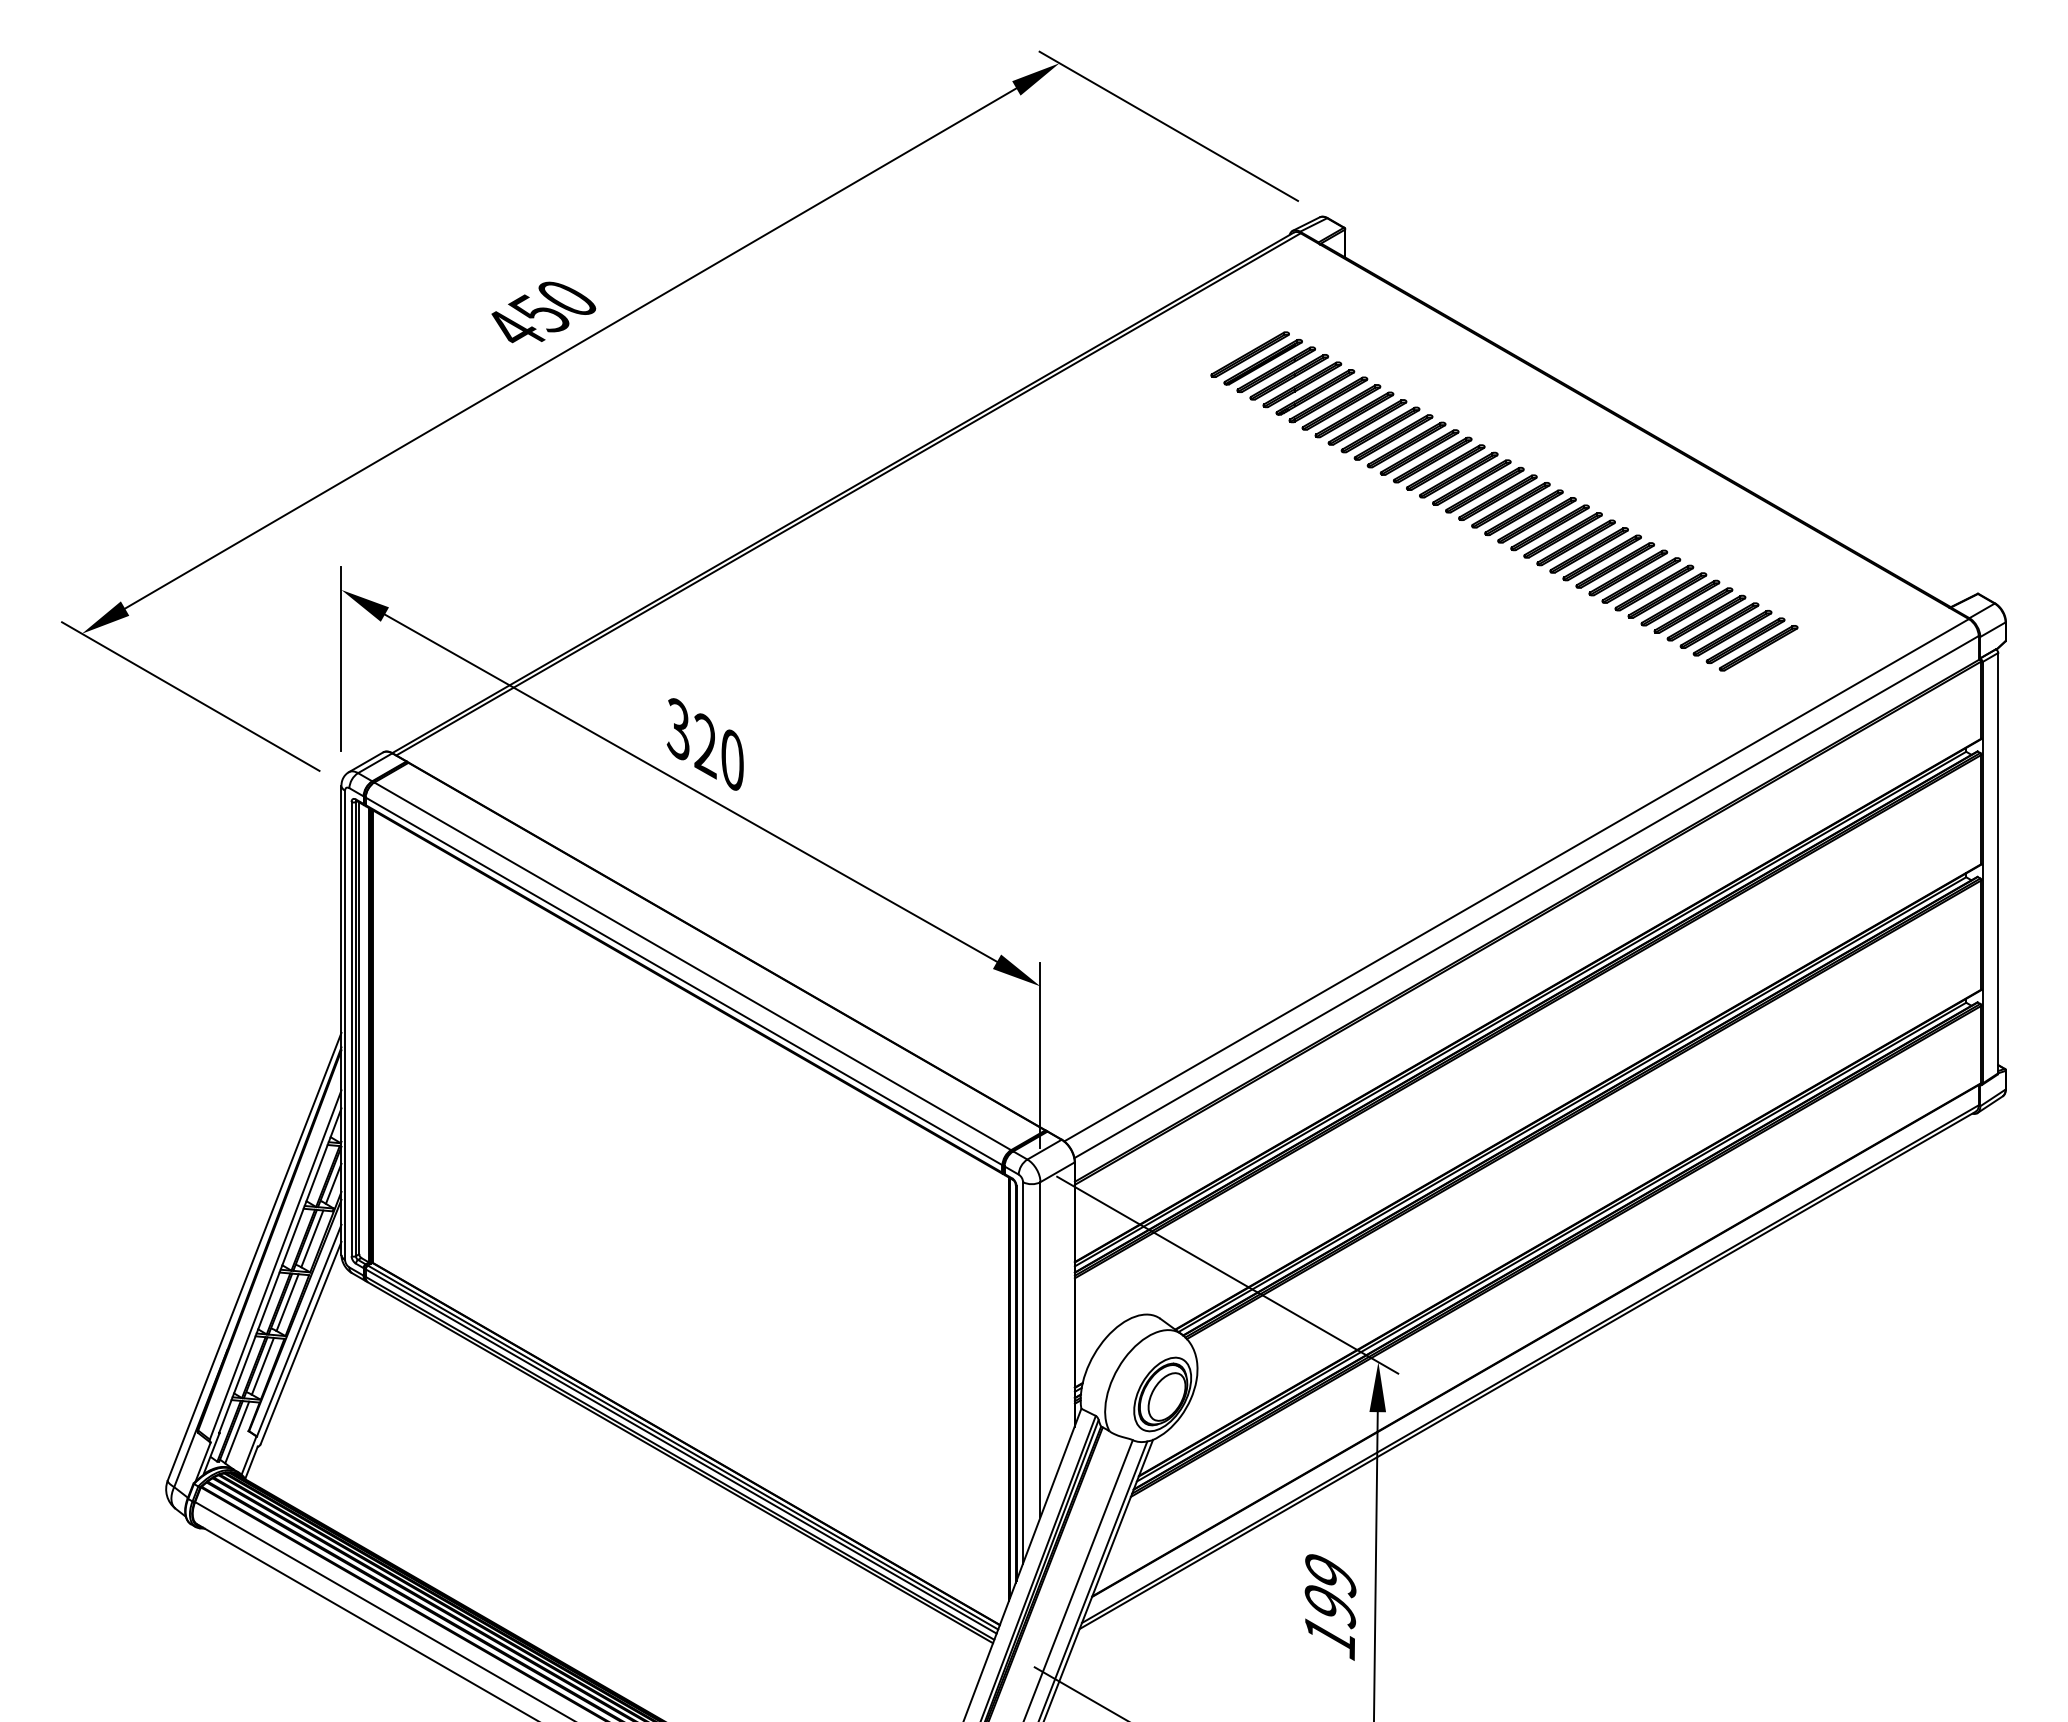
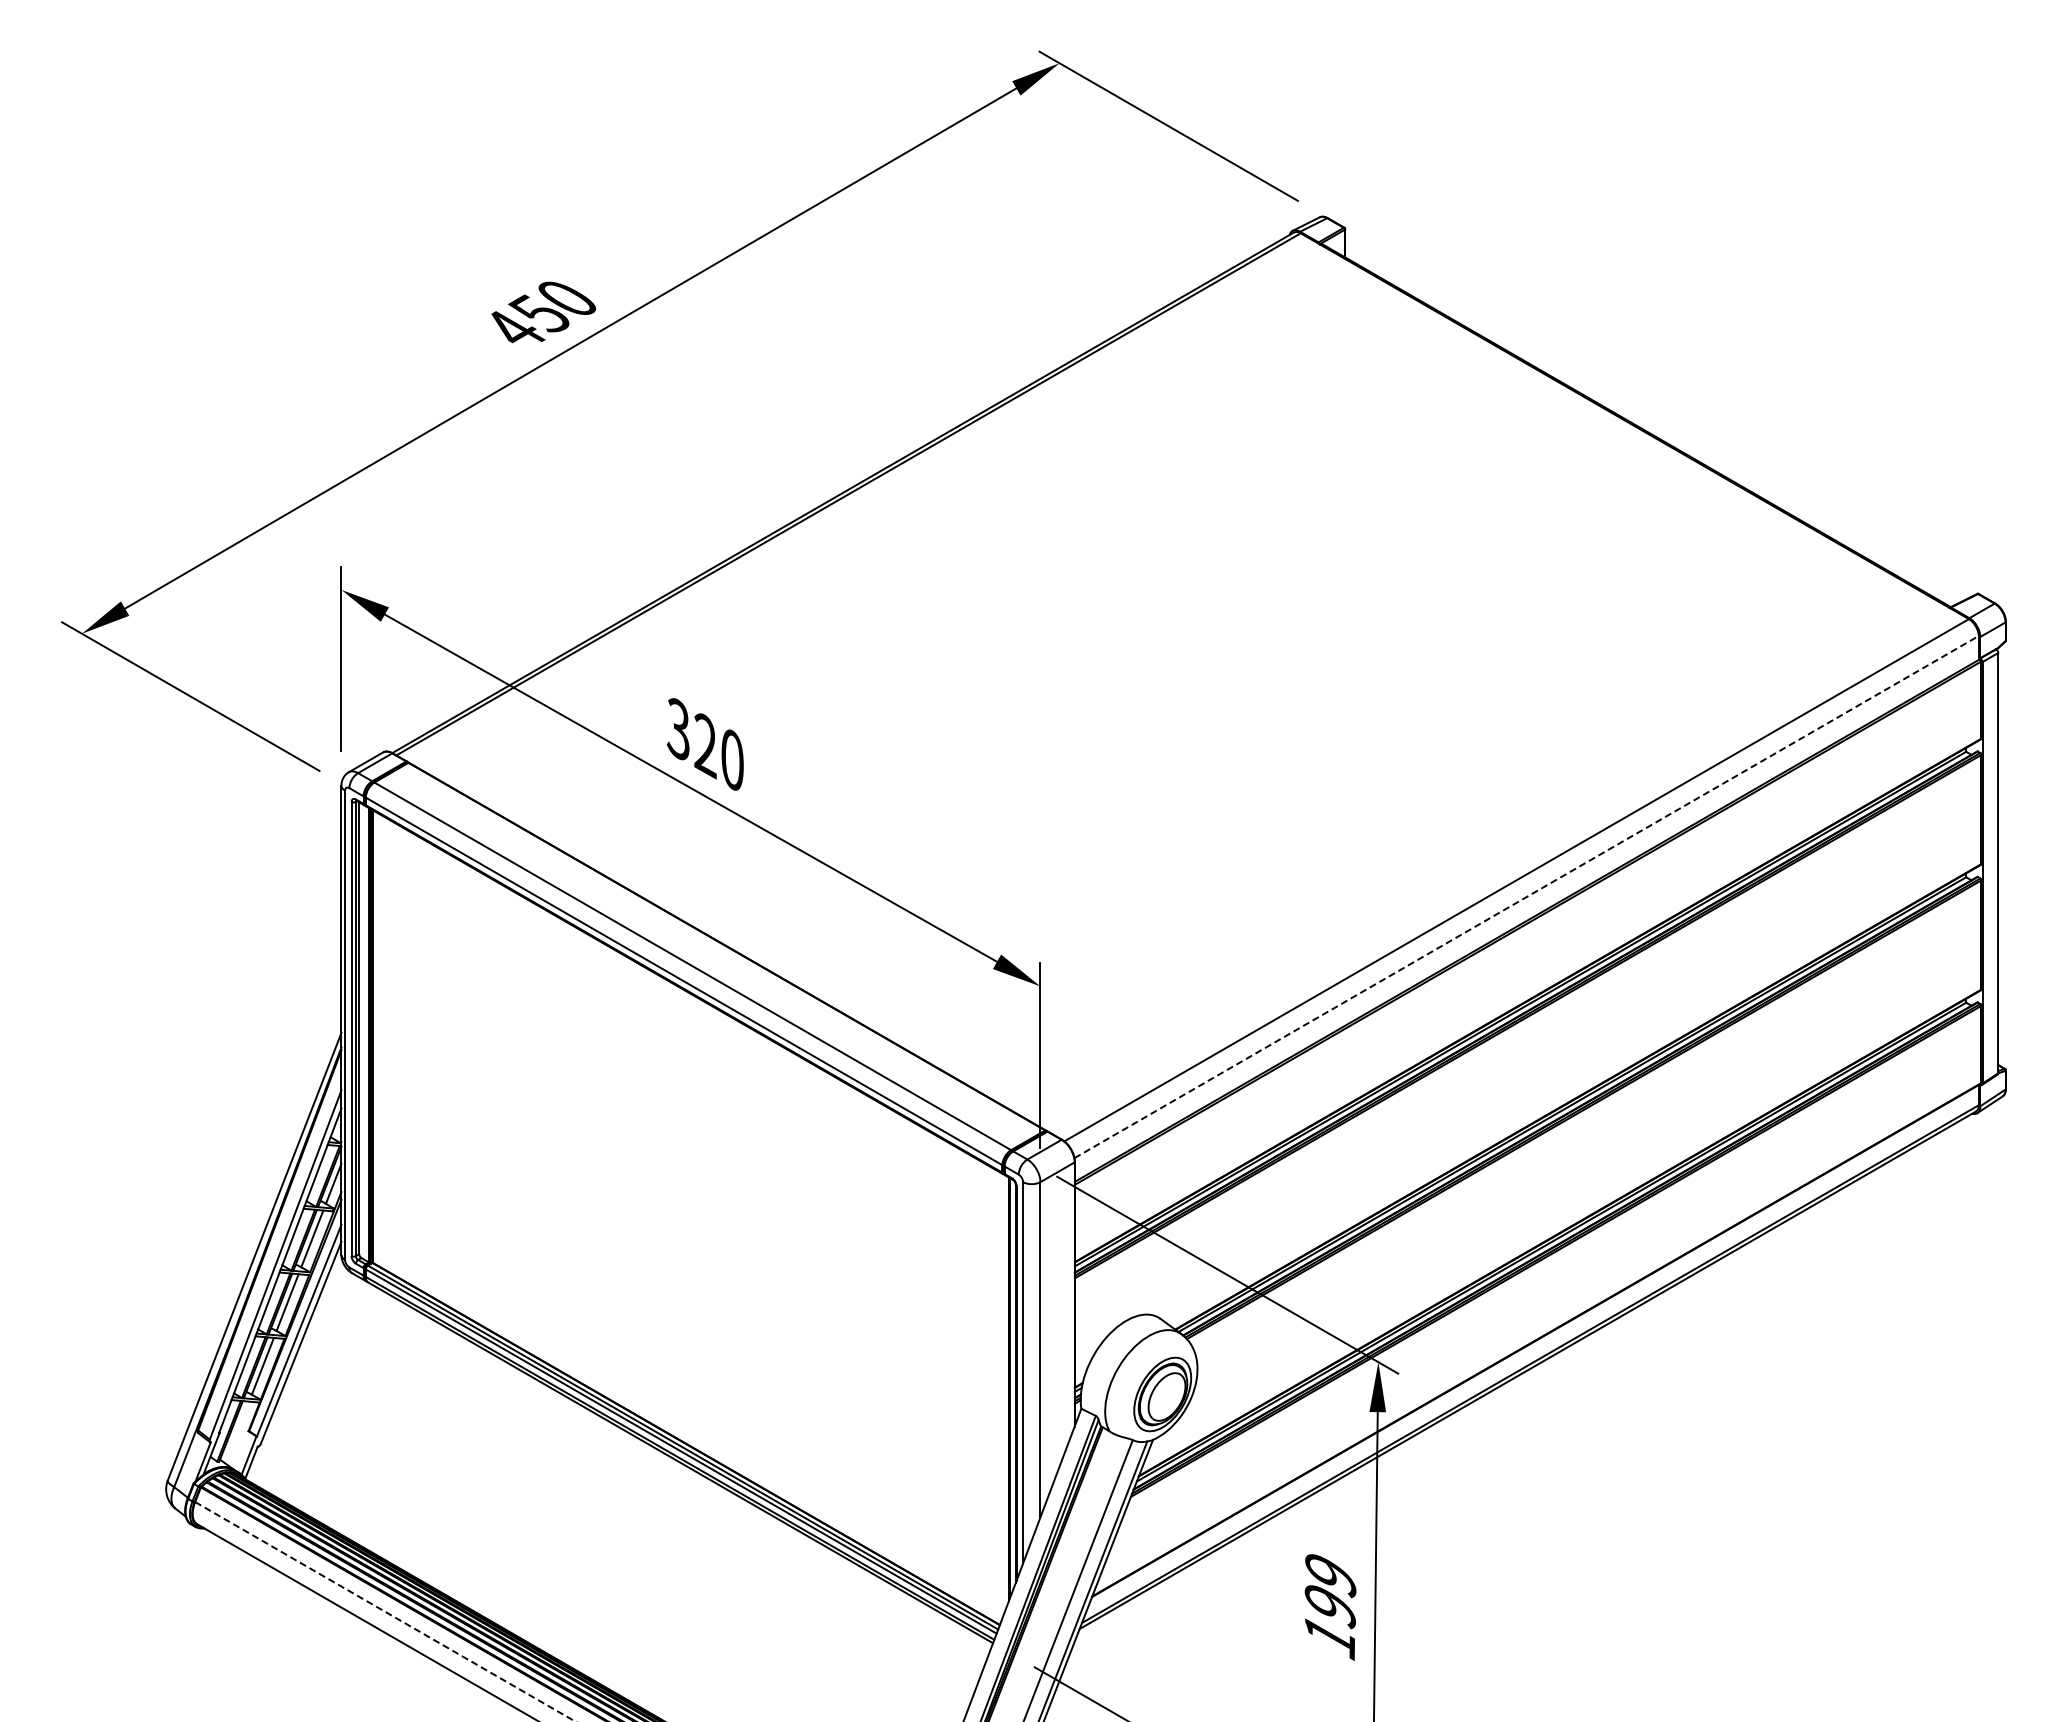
part at (1504, 501): present -> none
line at (1527, 896): solid -> dashed
line at (237, 1432): present -> none
line at (385, 1612): solid -> dashed
